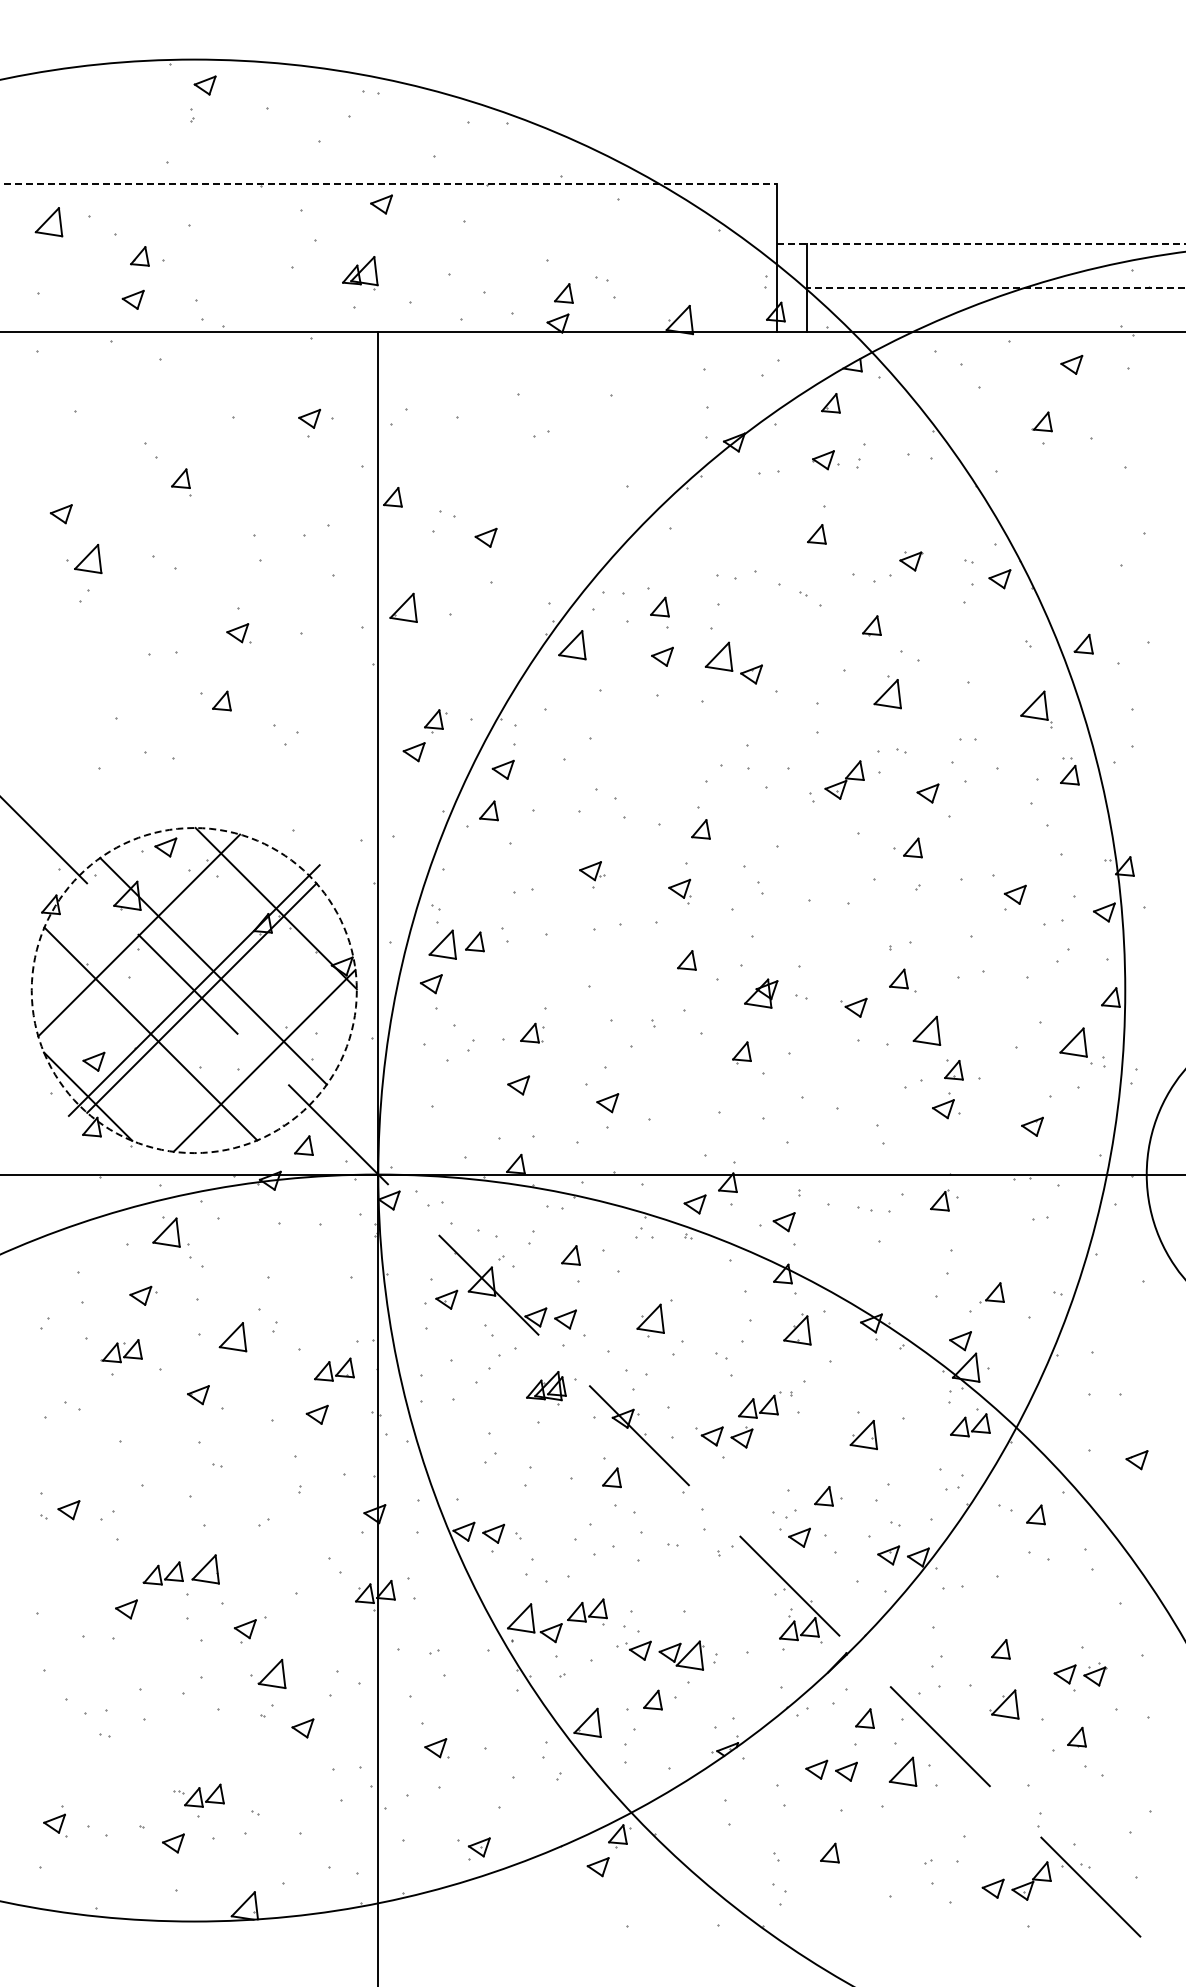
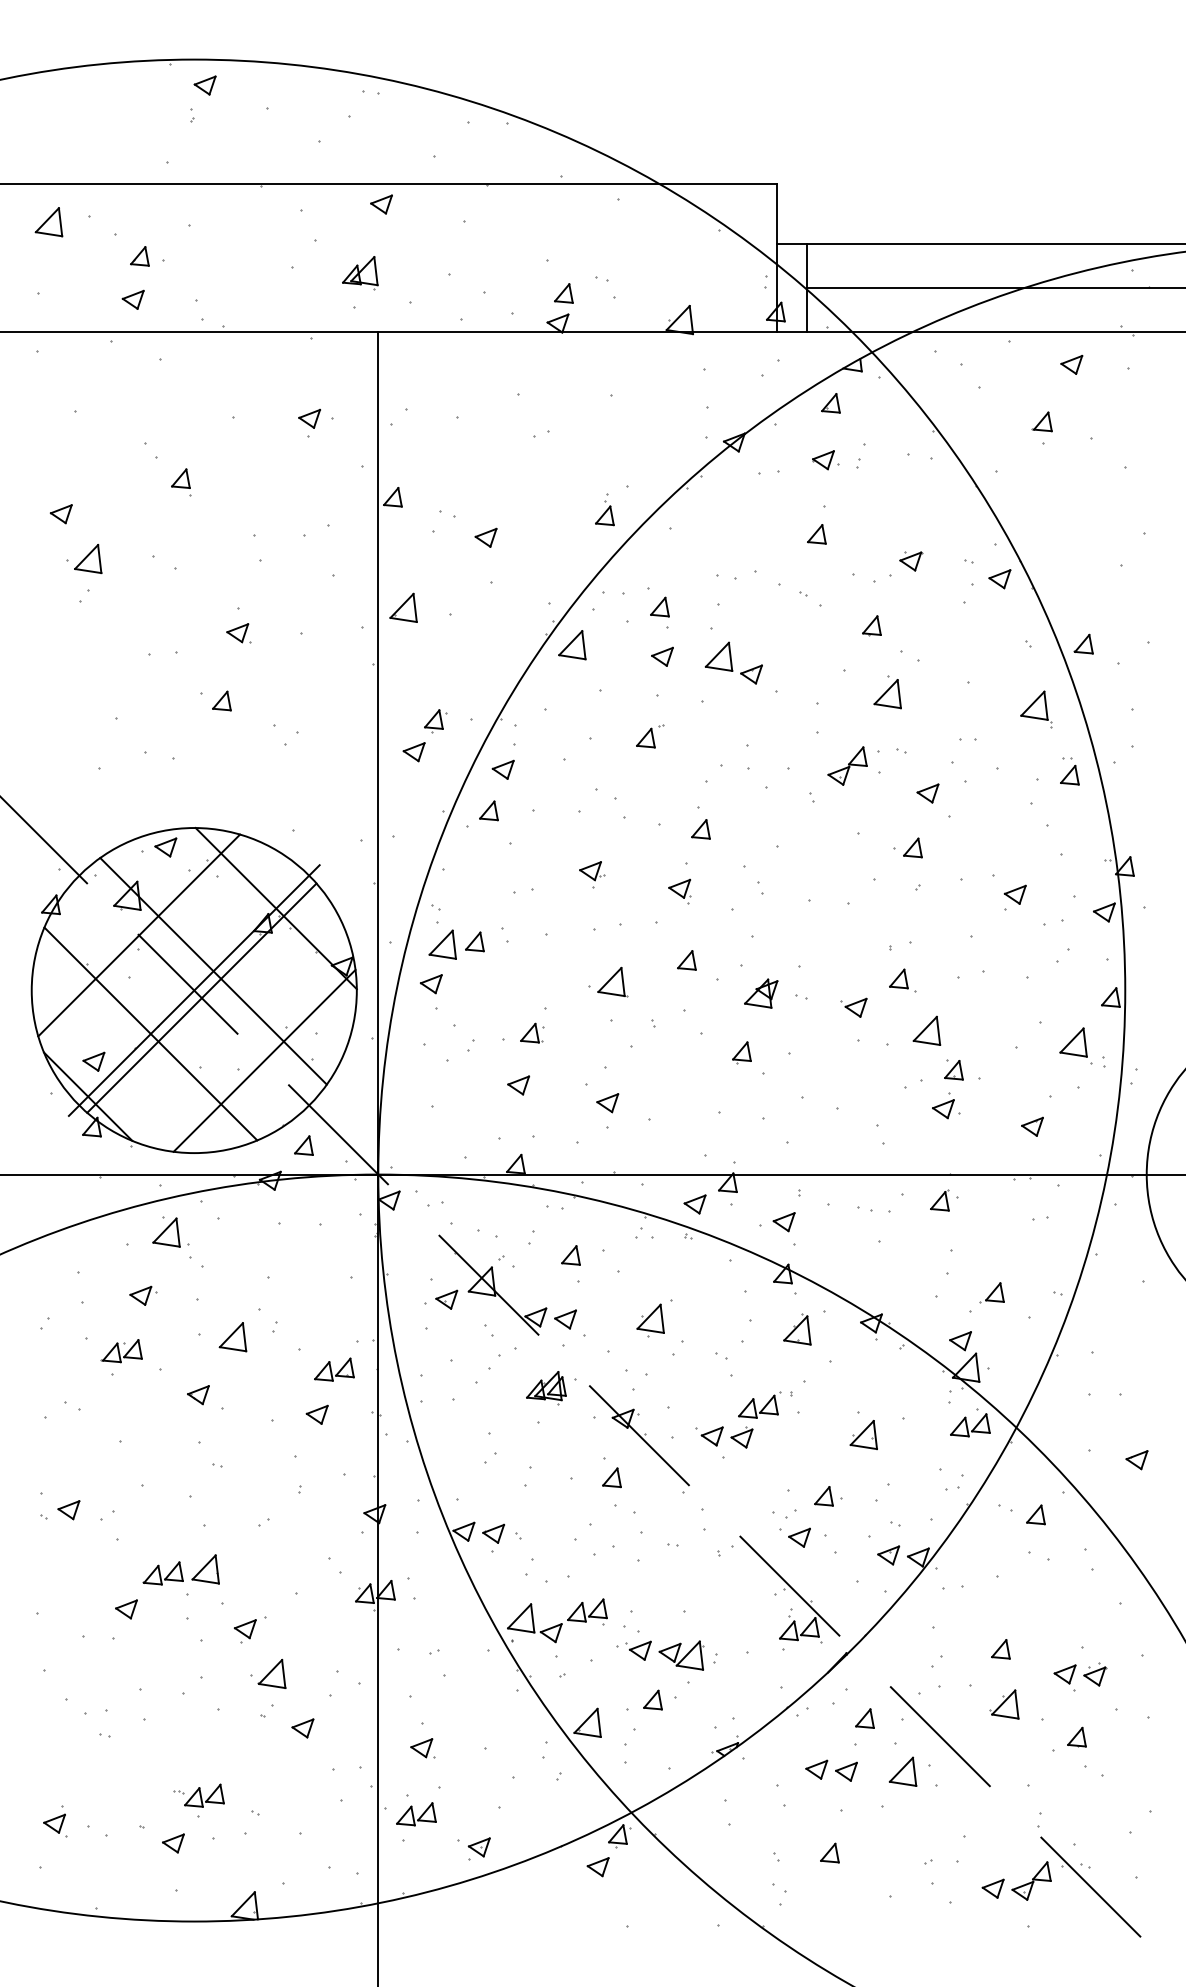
line at (389, 184): dashed -> solid
line at (981, 243): dashed -> solid
line at (995, 287): dashed -> solid
part at (604, 509): none -> present
part at (650, 736): none -> present
part at (844, 779) position: (844, 779) -> (847, 765)
part at (612, 981): none -> present
circle at (193, 990): dashed -> solid
part at (436, 1748) position: (436, 1748) -> (422, 1748)
part at (416, 1814): none -> present
